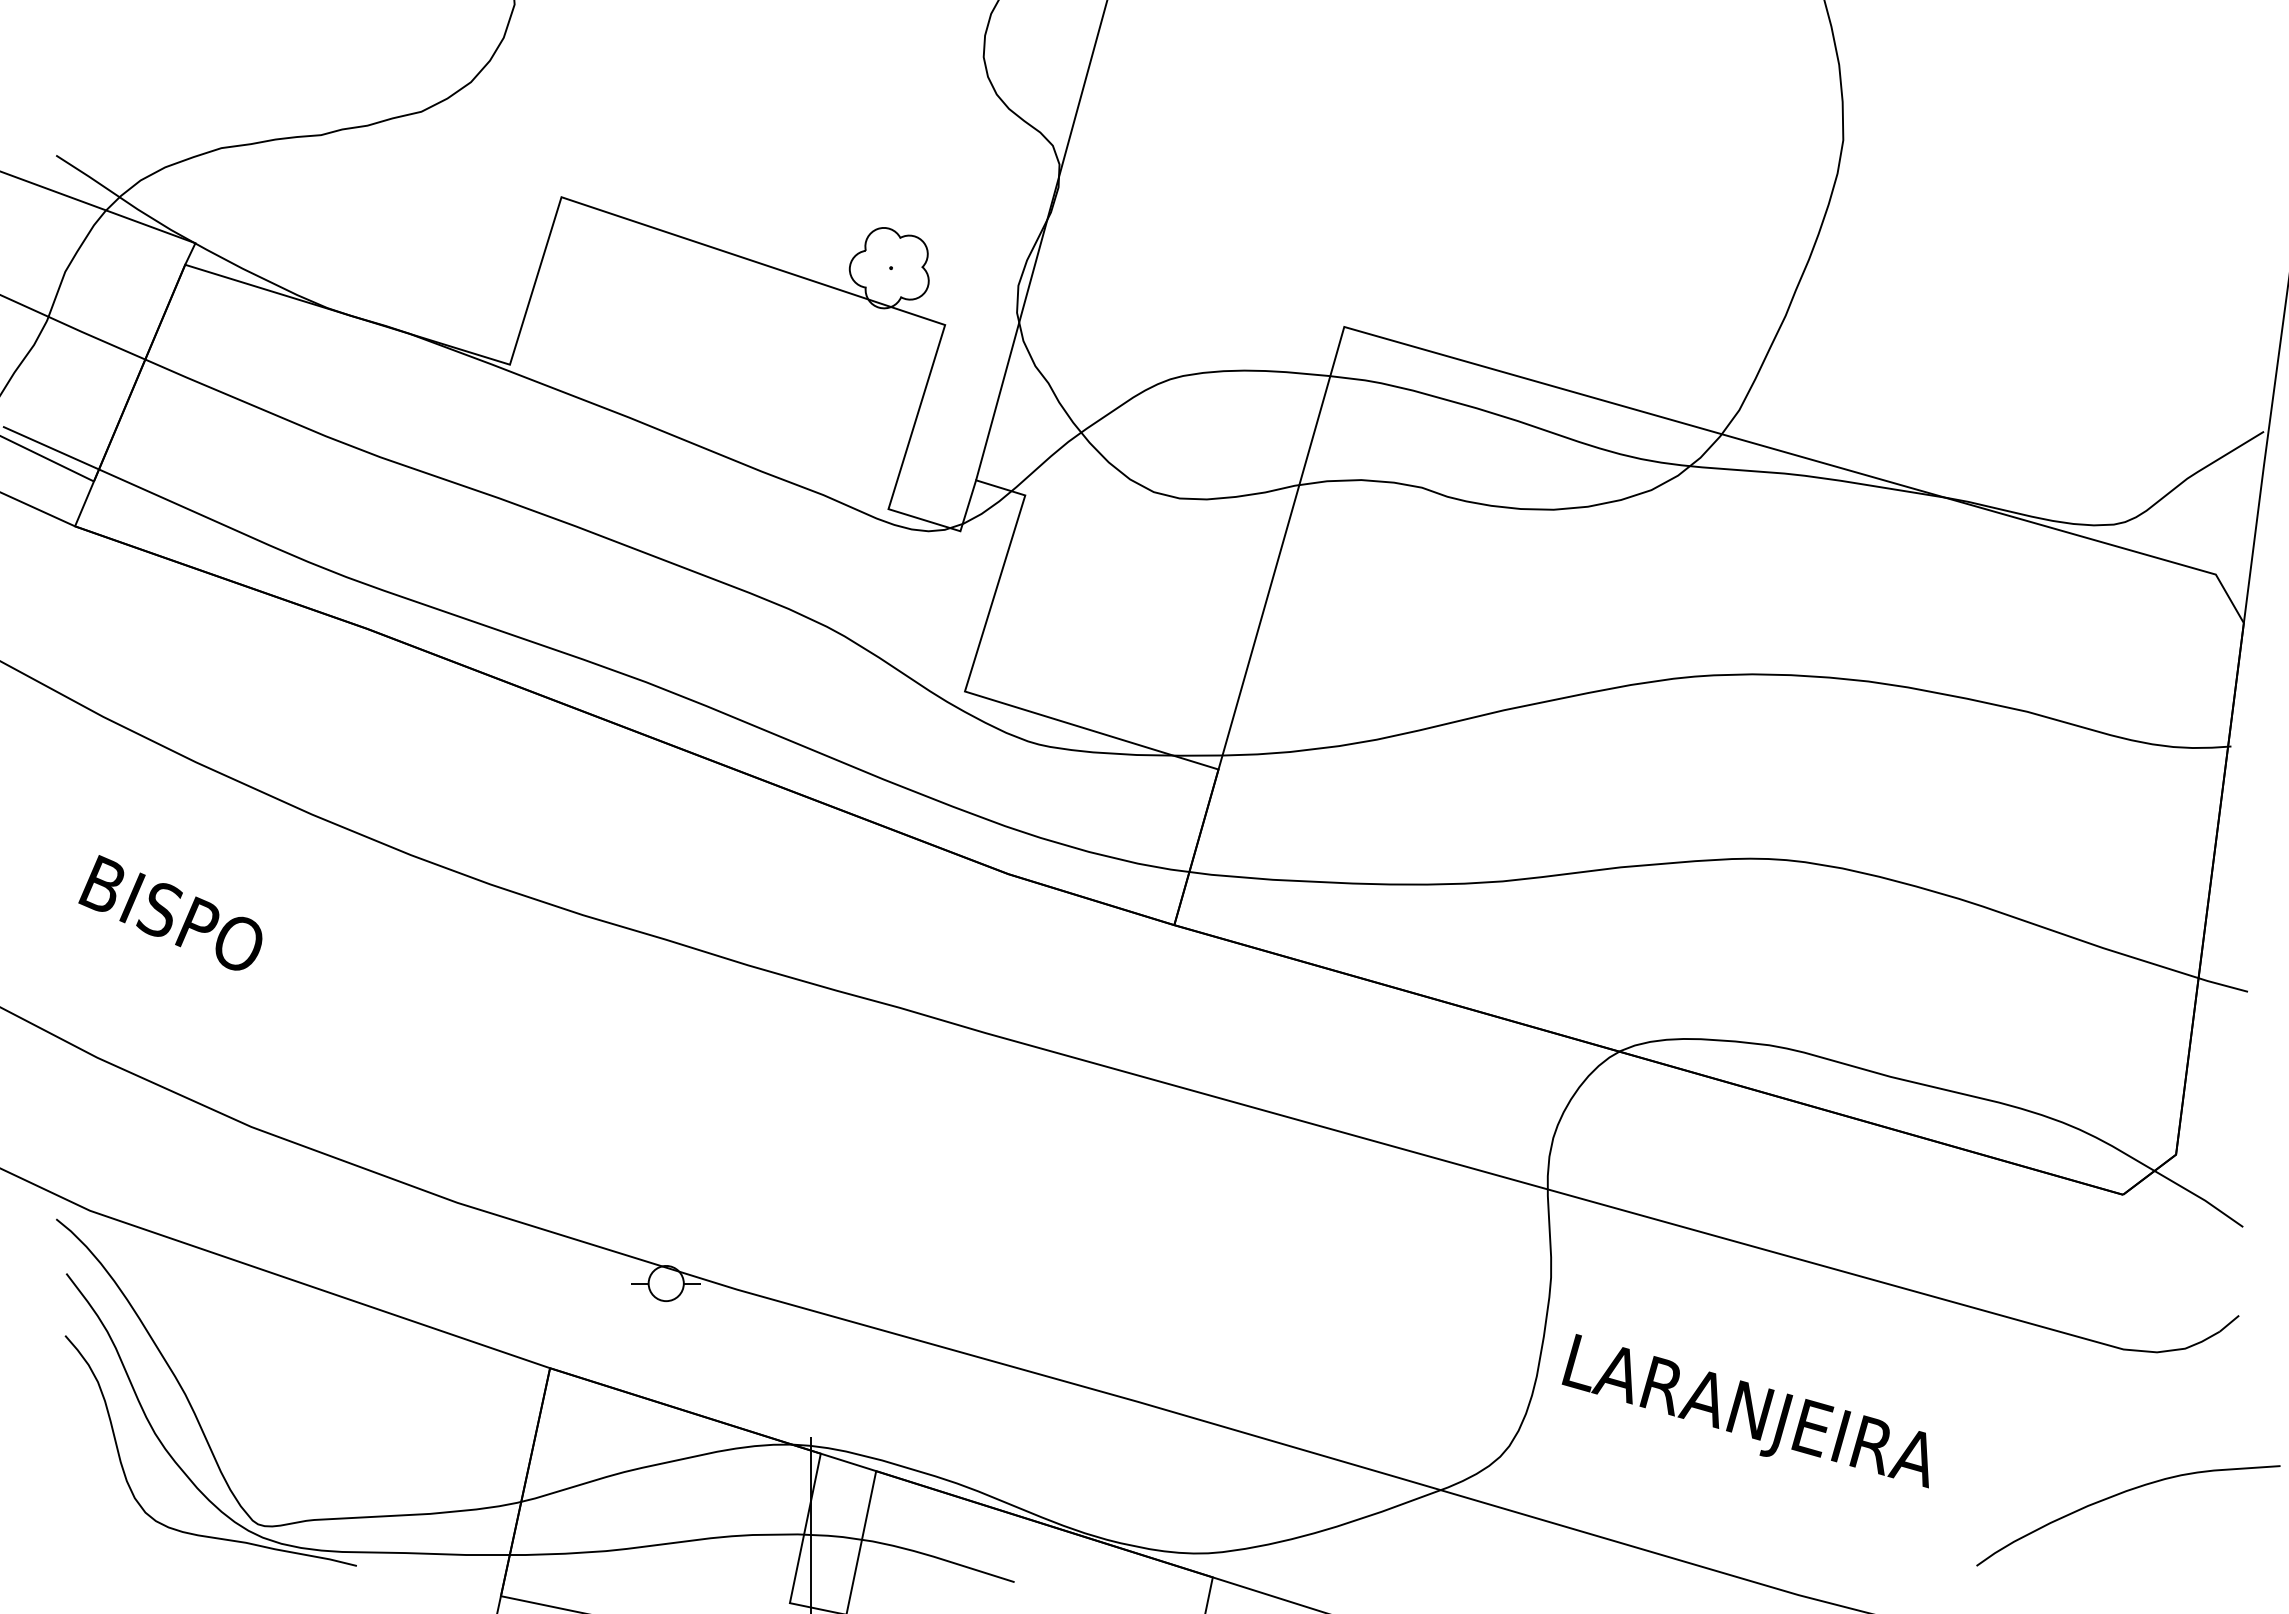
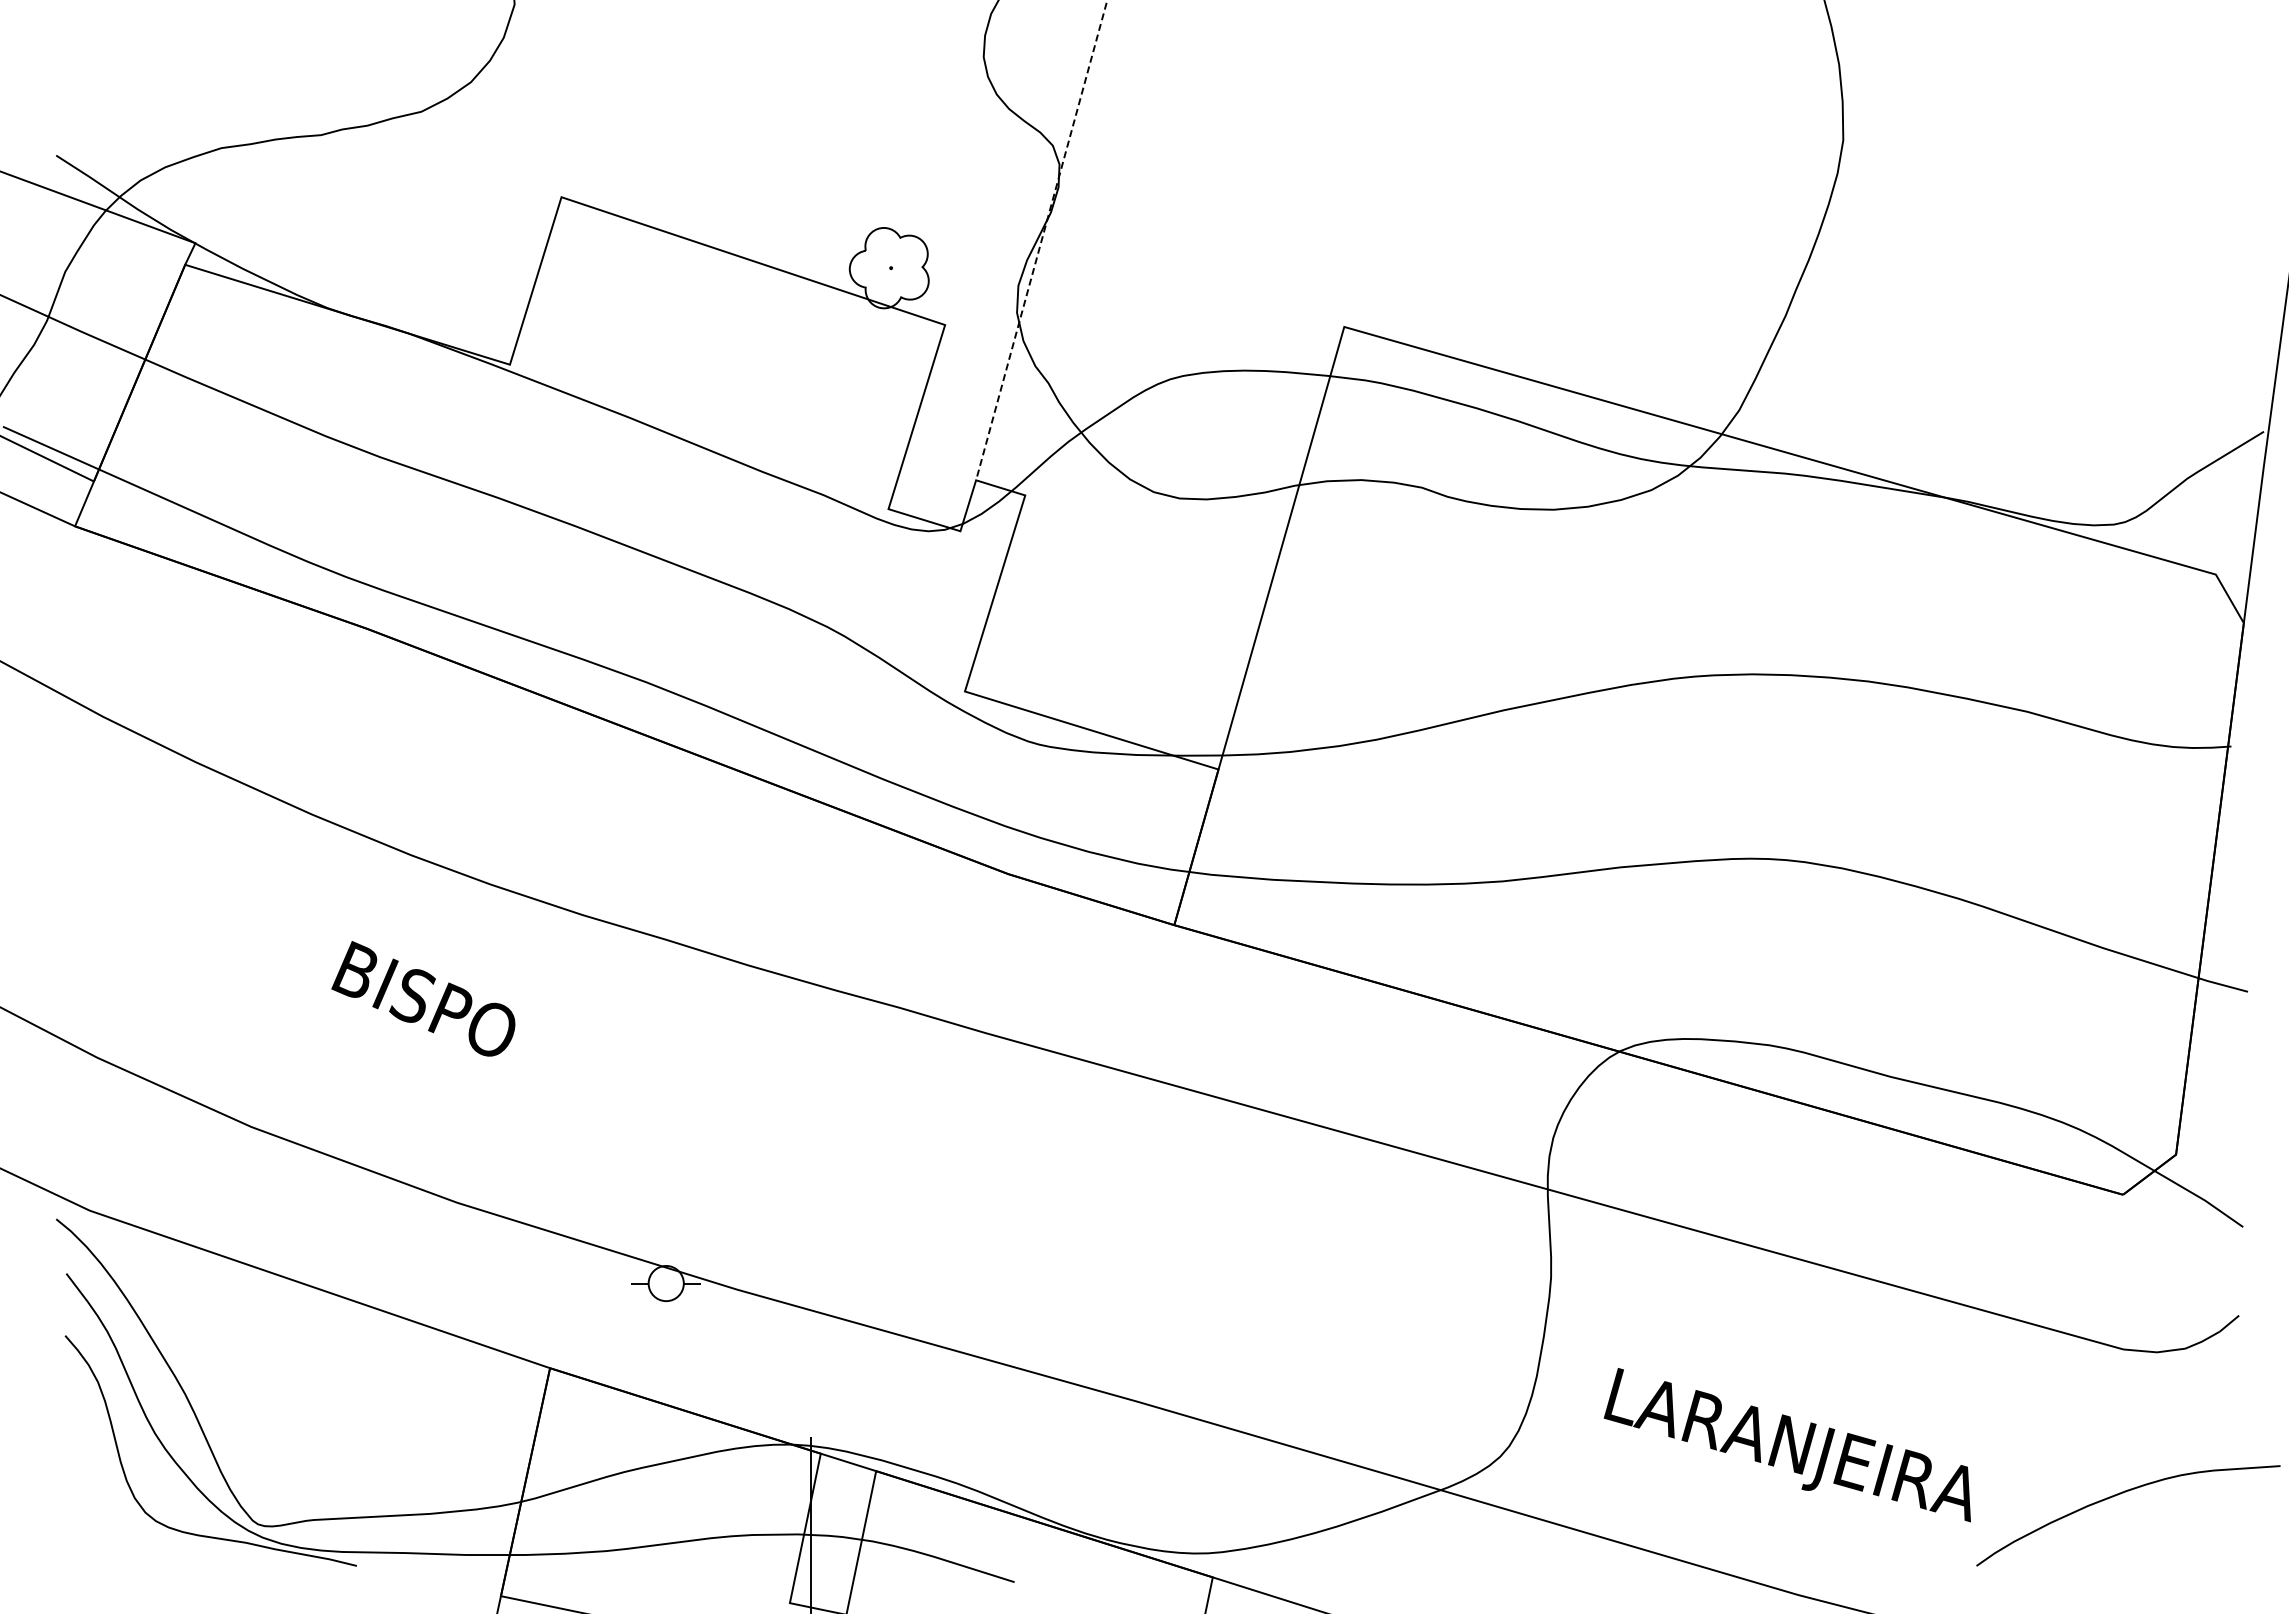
line at (1041, 241): solid -> dashed
text at (170, 912) position: (170, 912) -> (423, 998)
text at (1744, 1411) position: (1744, 1411) -> (1786, 1445)
